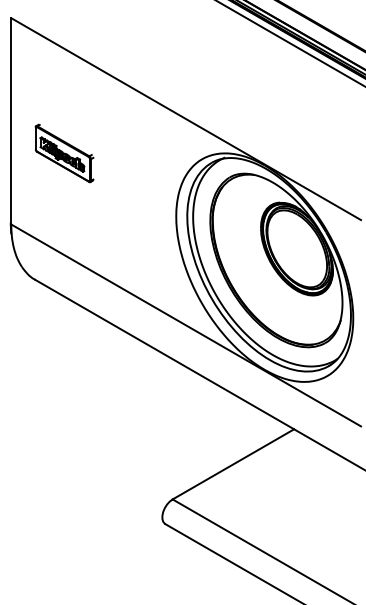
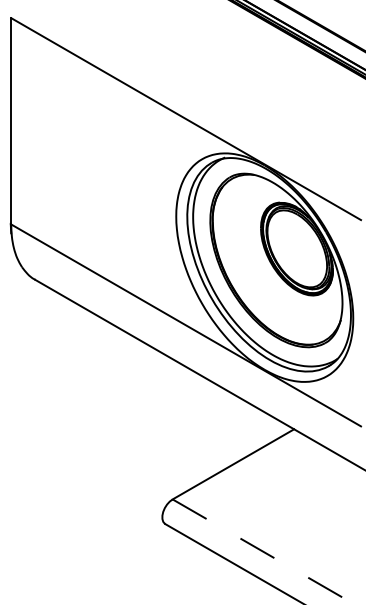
line at (290, 43): present -> none
part at (64, 153): present -> none
line at (264, 552): solid -> dashed
